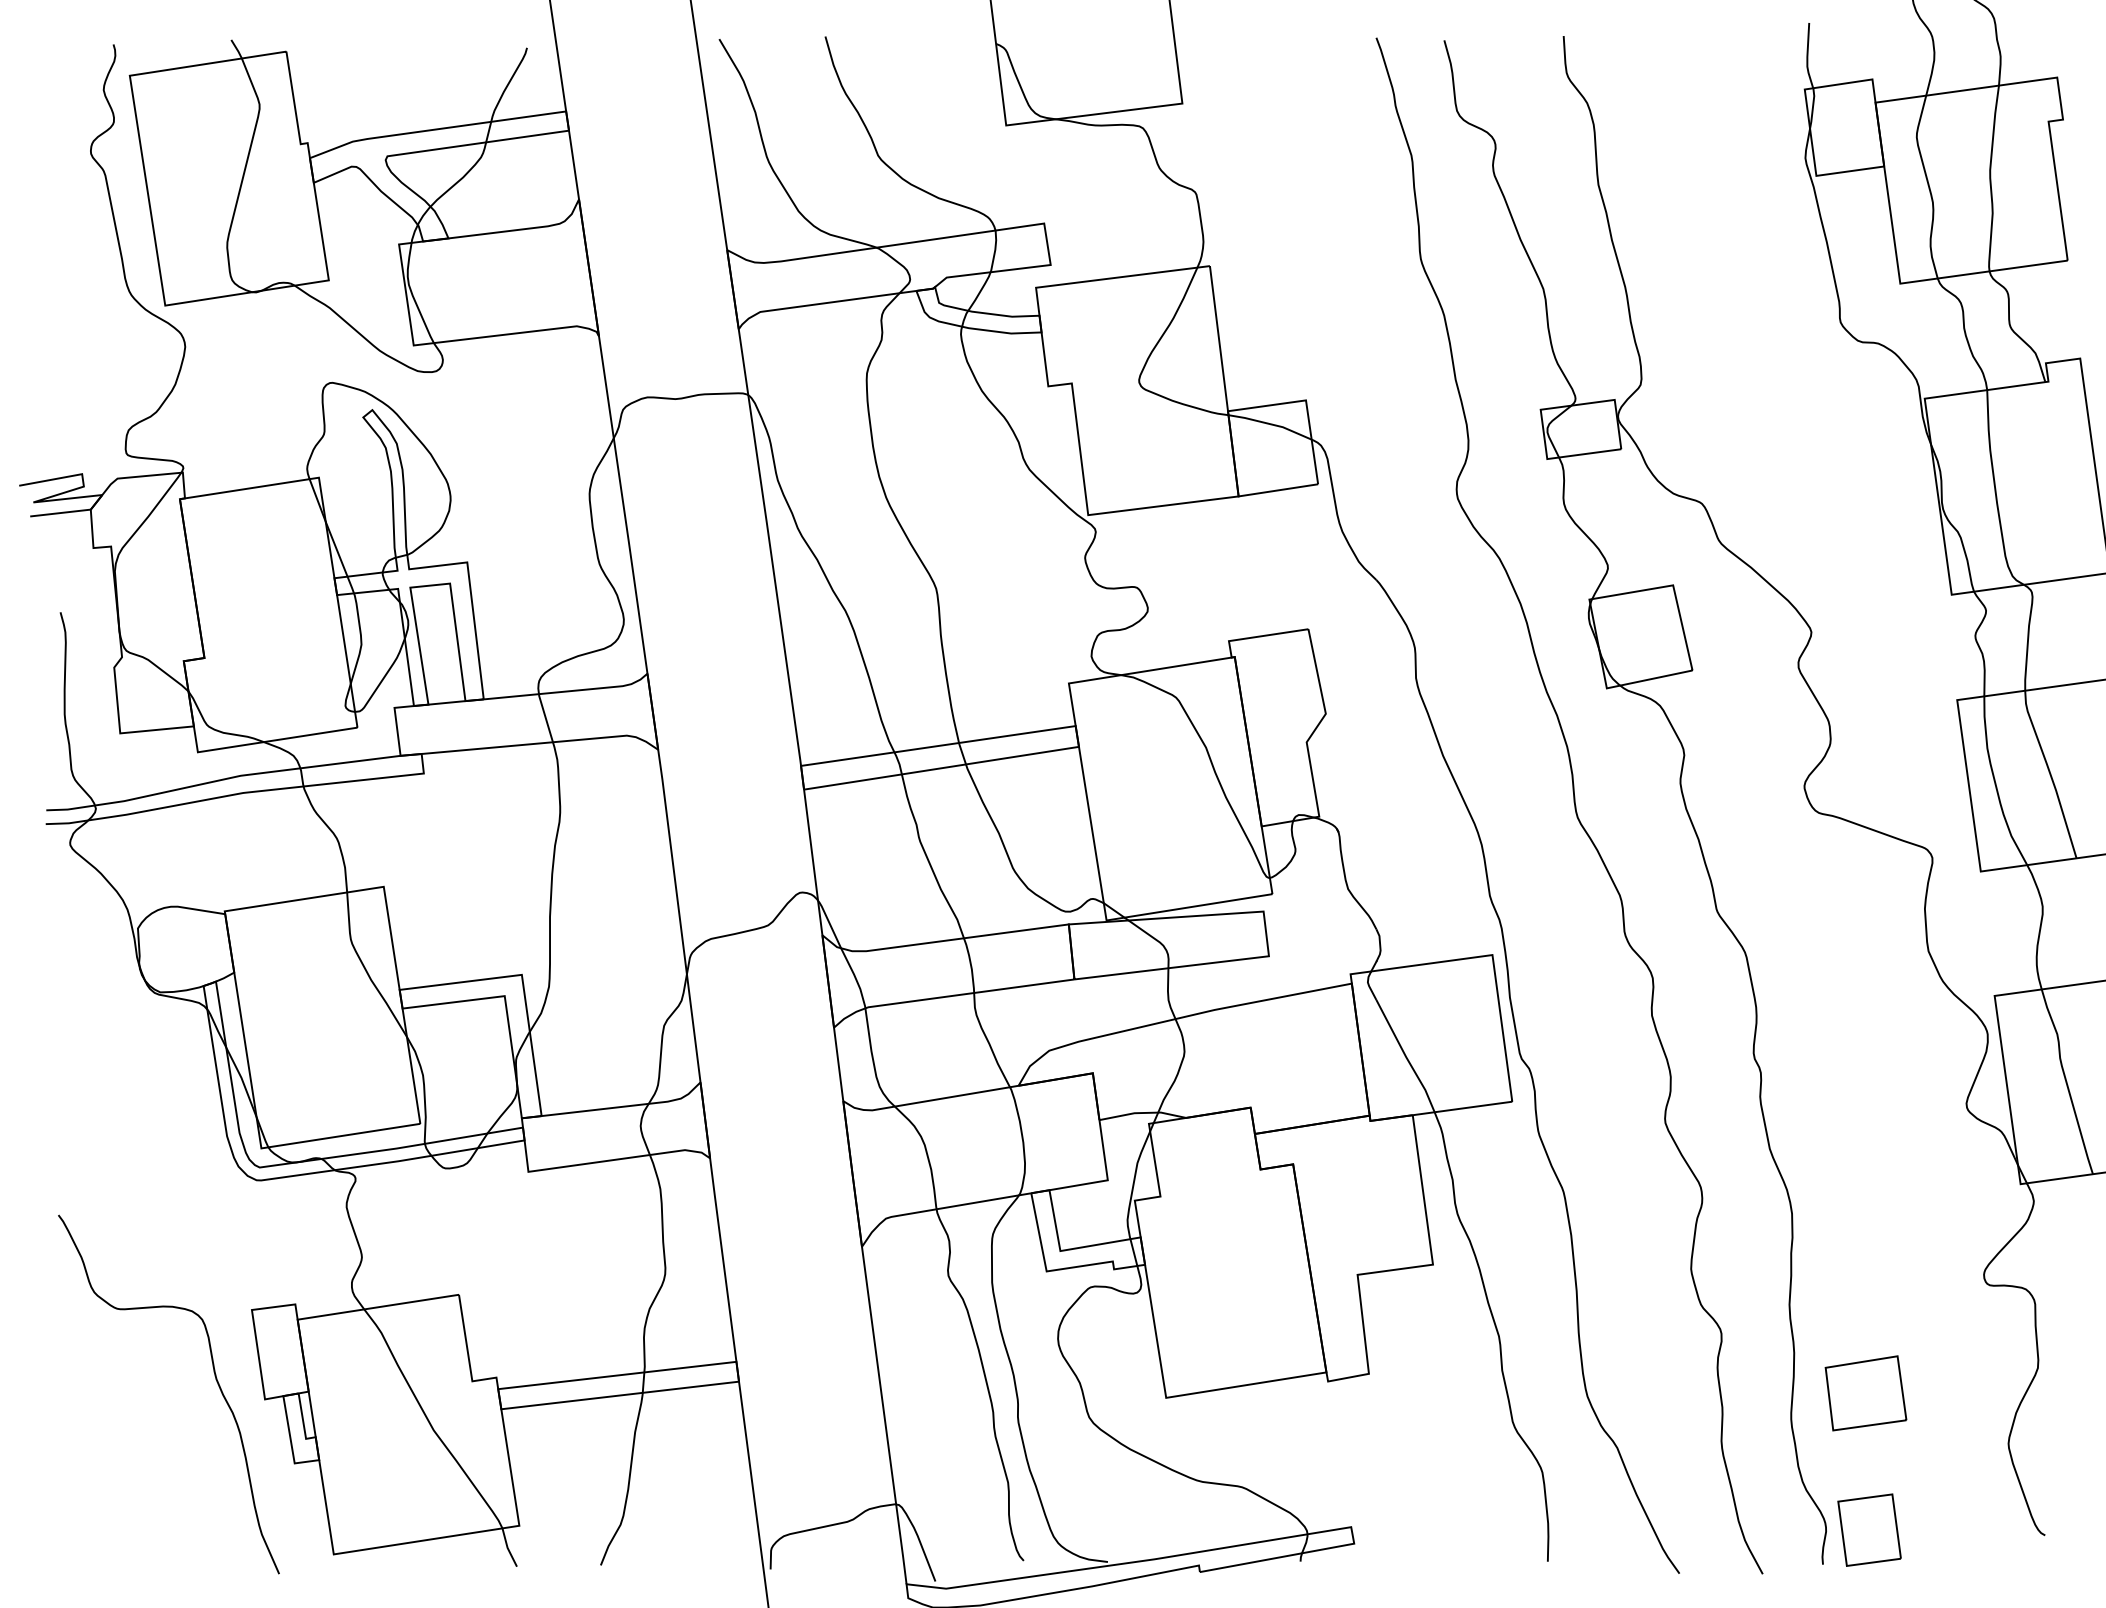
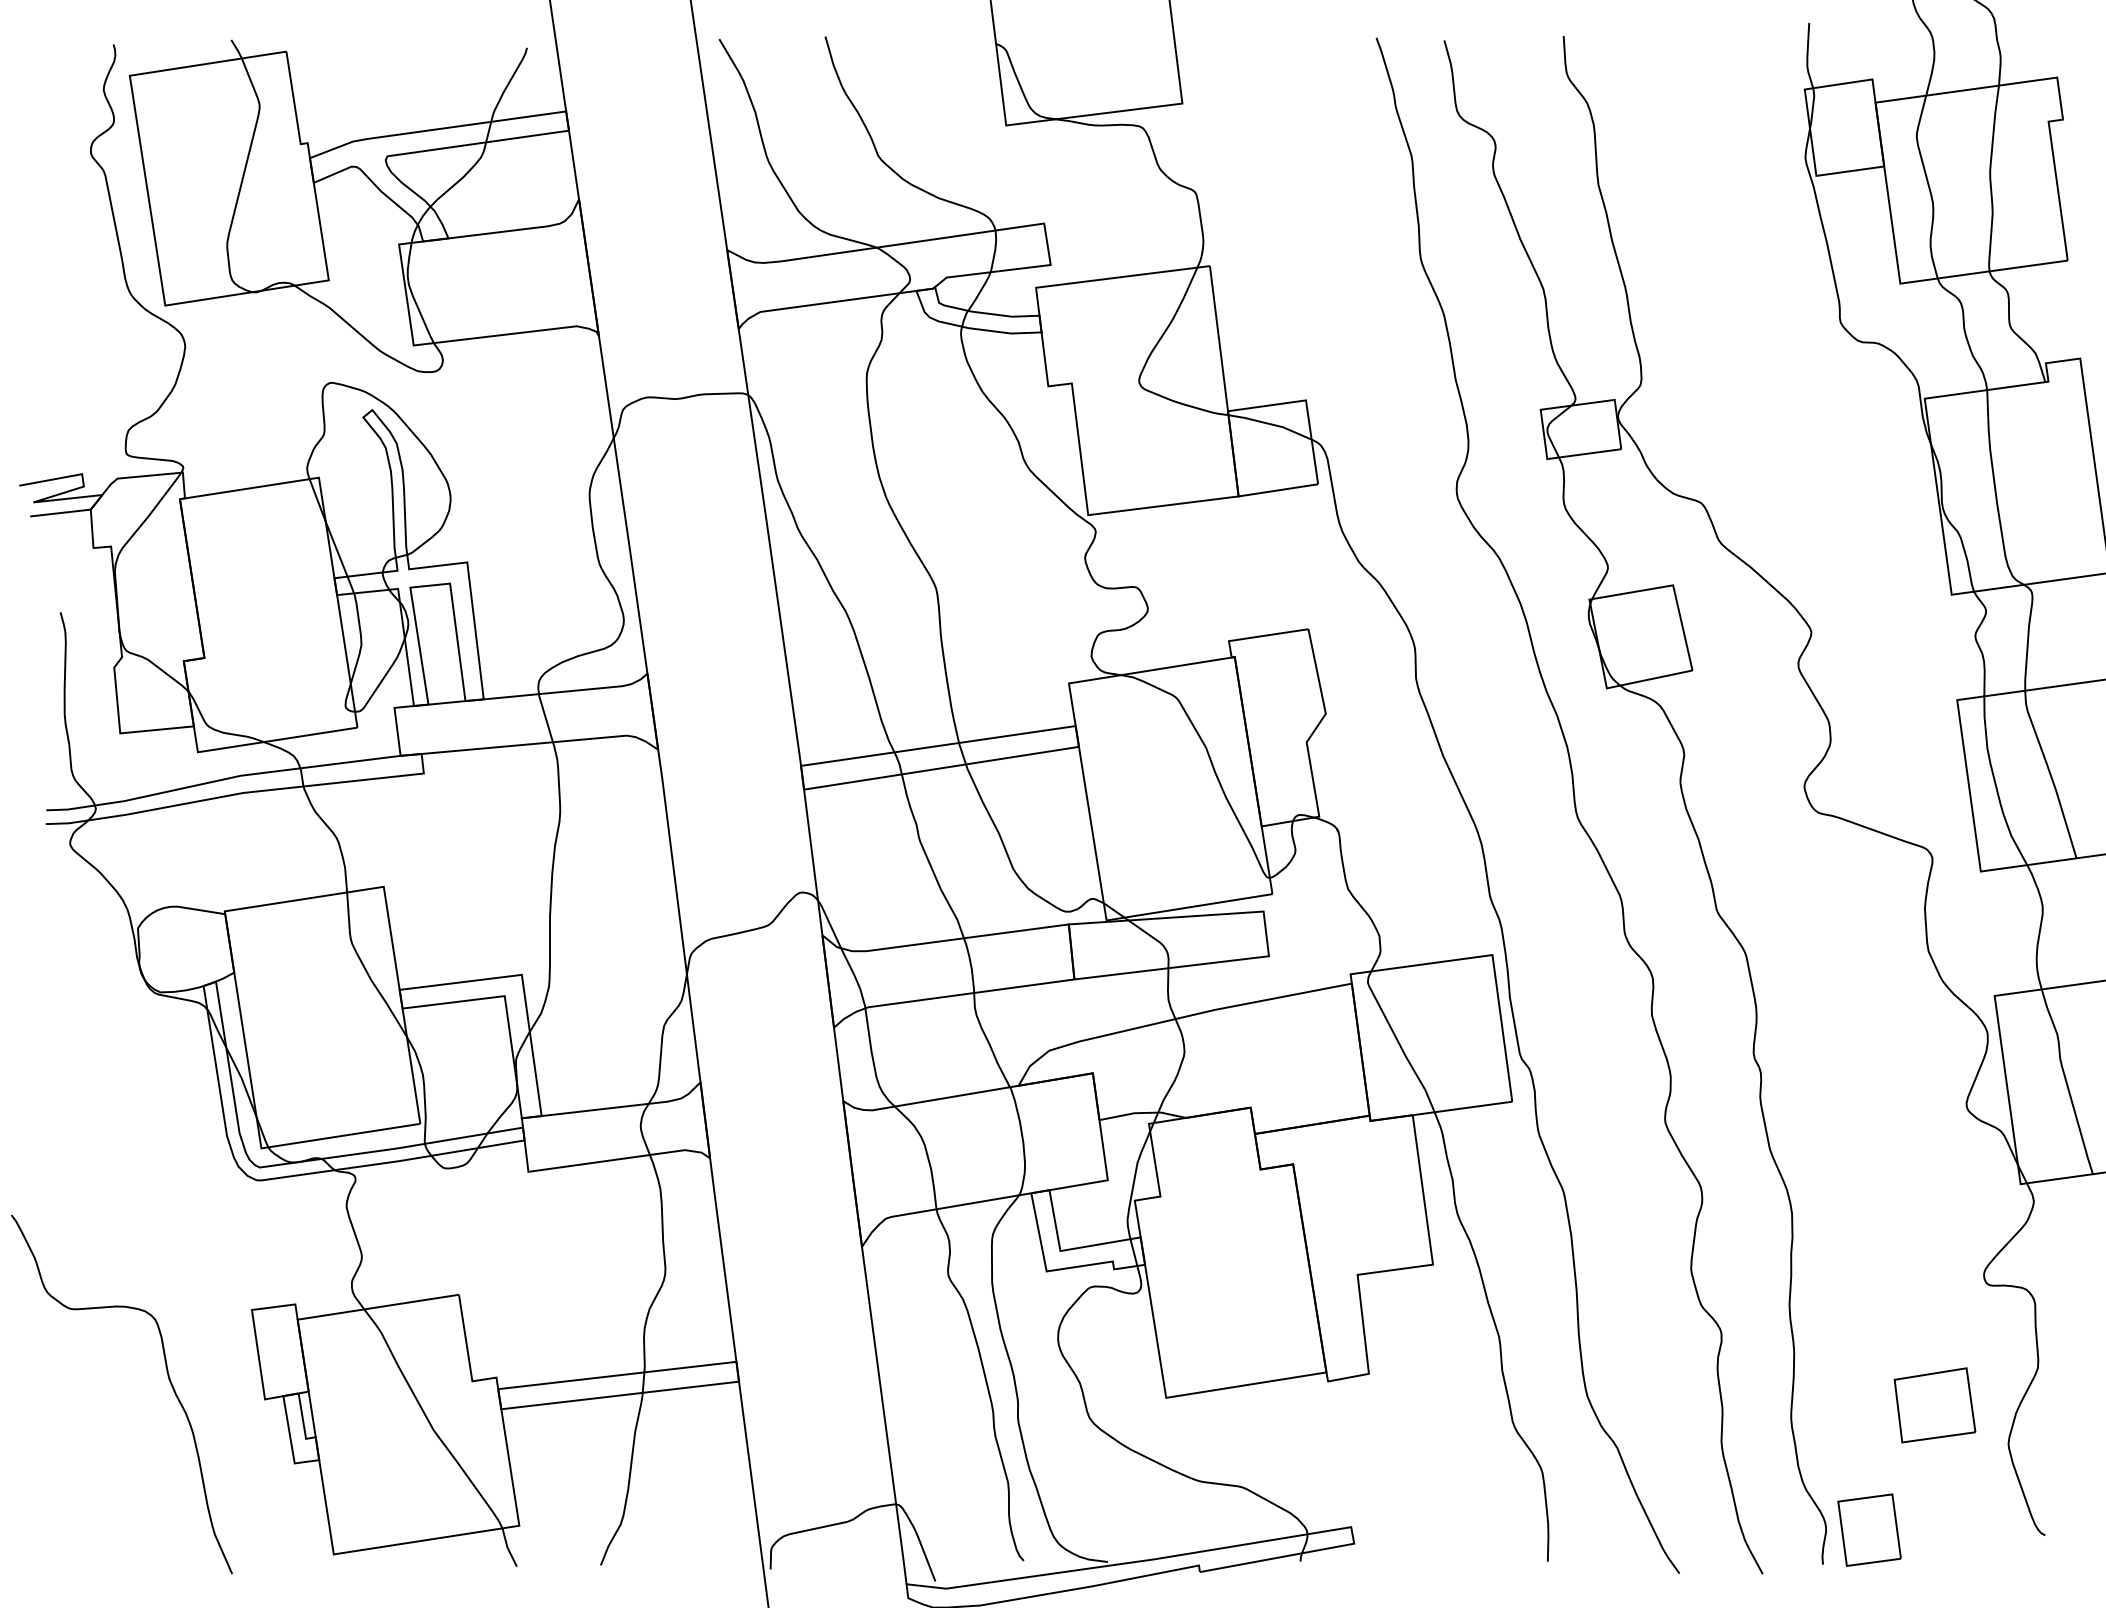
curve at (215, 1379) position: (215, 1379) -> (168, 1379)
part at (1865, 1393) position: (1865, 1393) -> (1934, 1405)
